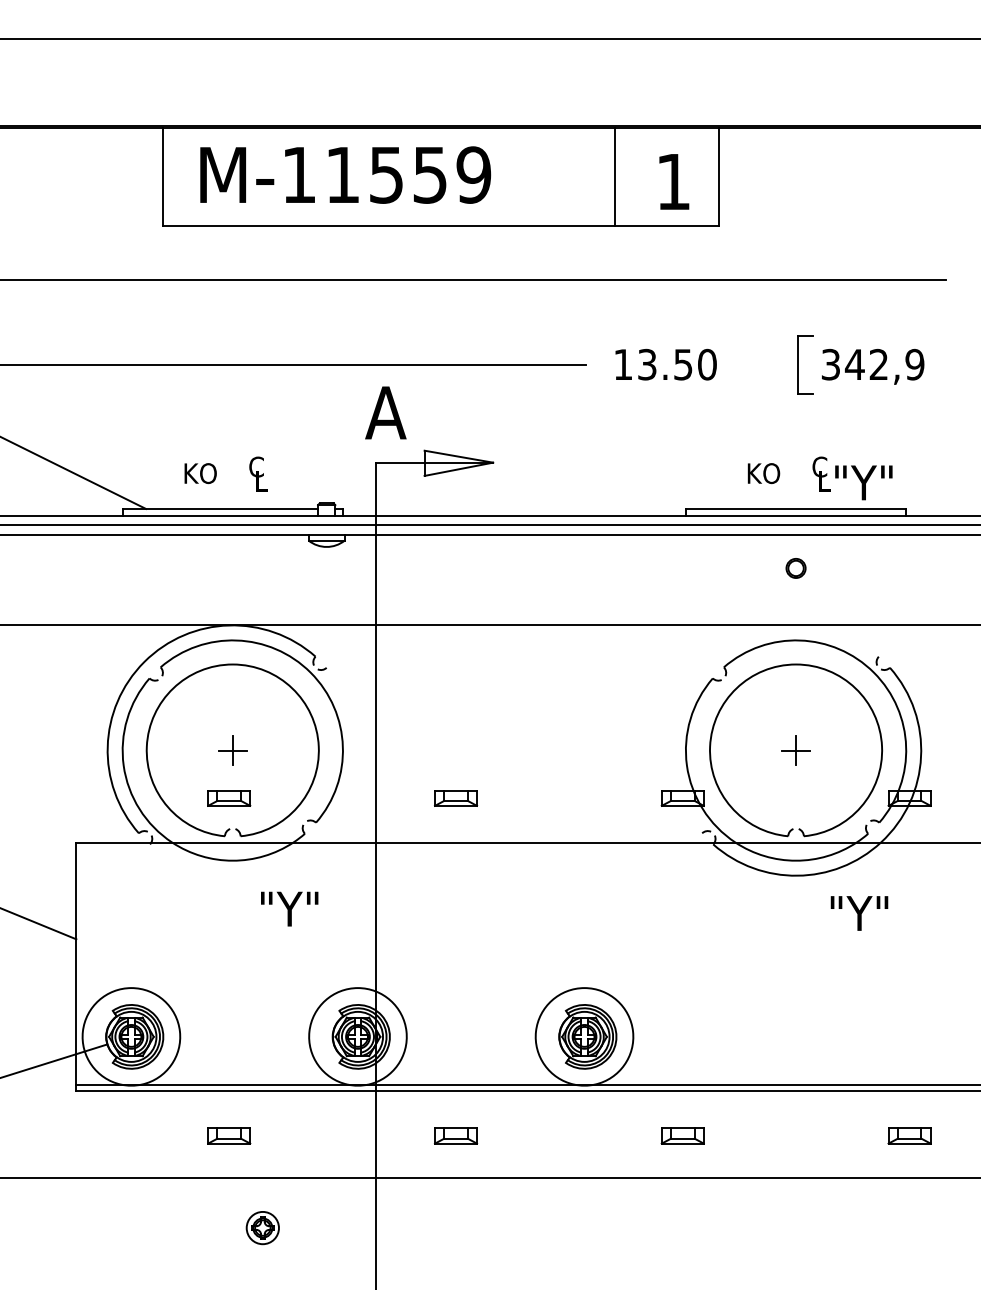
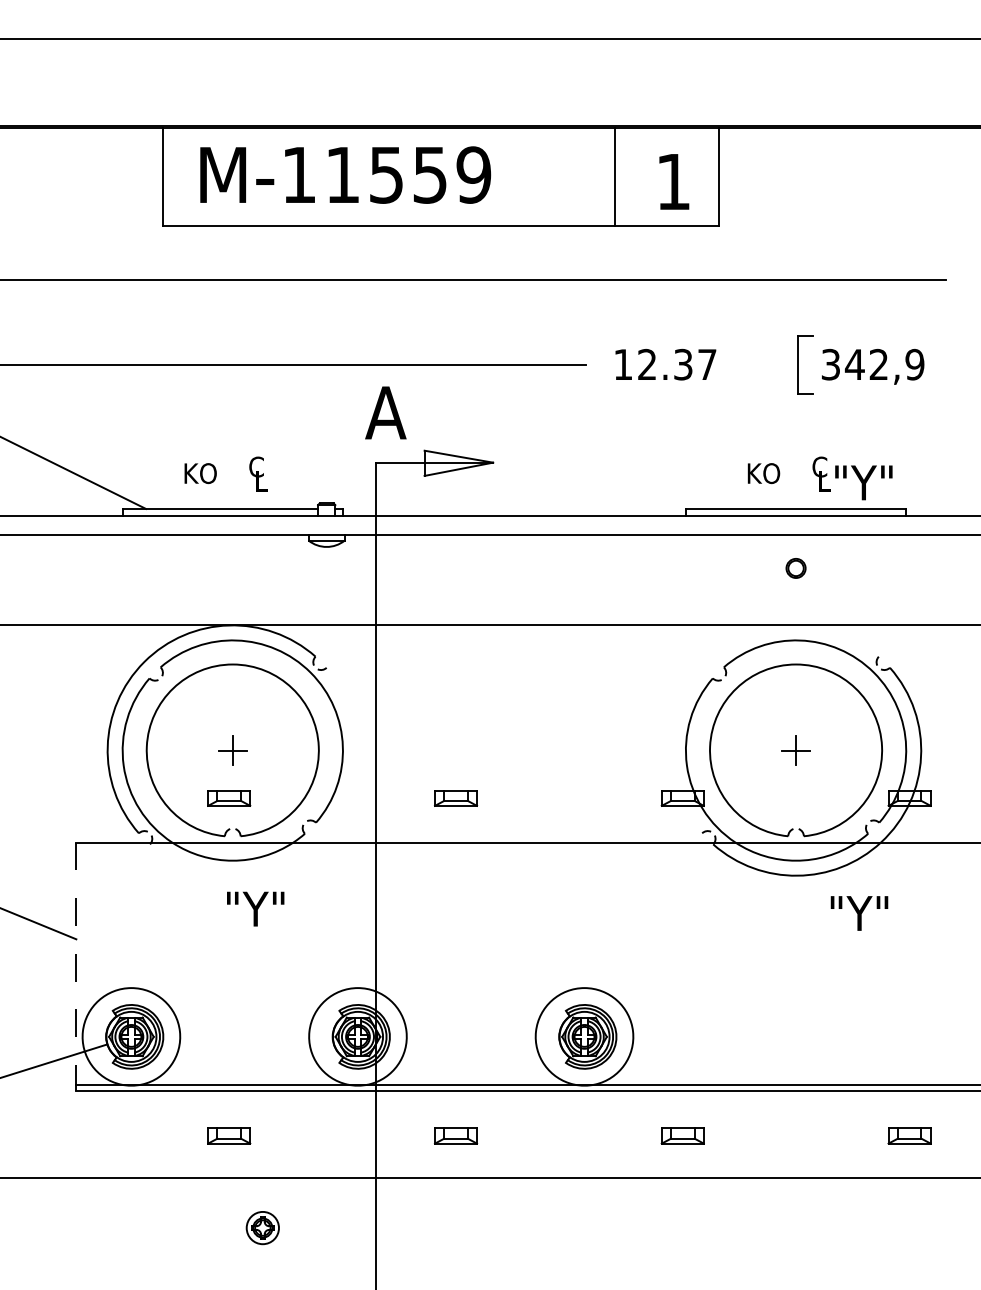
text at (677, 364): 13.50 -> 12.37
line at (489, 525): present -> none
text at (289, 908) position: (289, 908) -> (255, 908)
line at (76, 967): solid -> dashed
